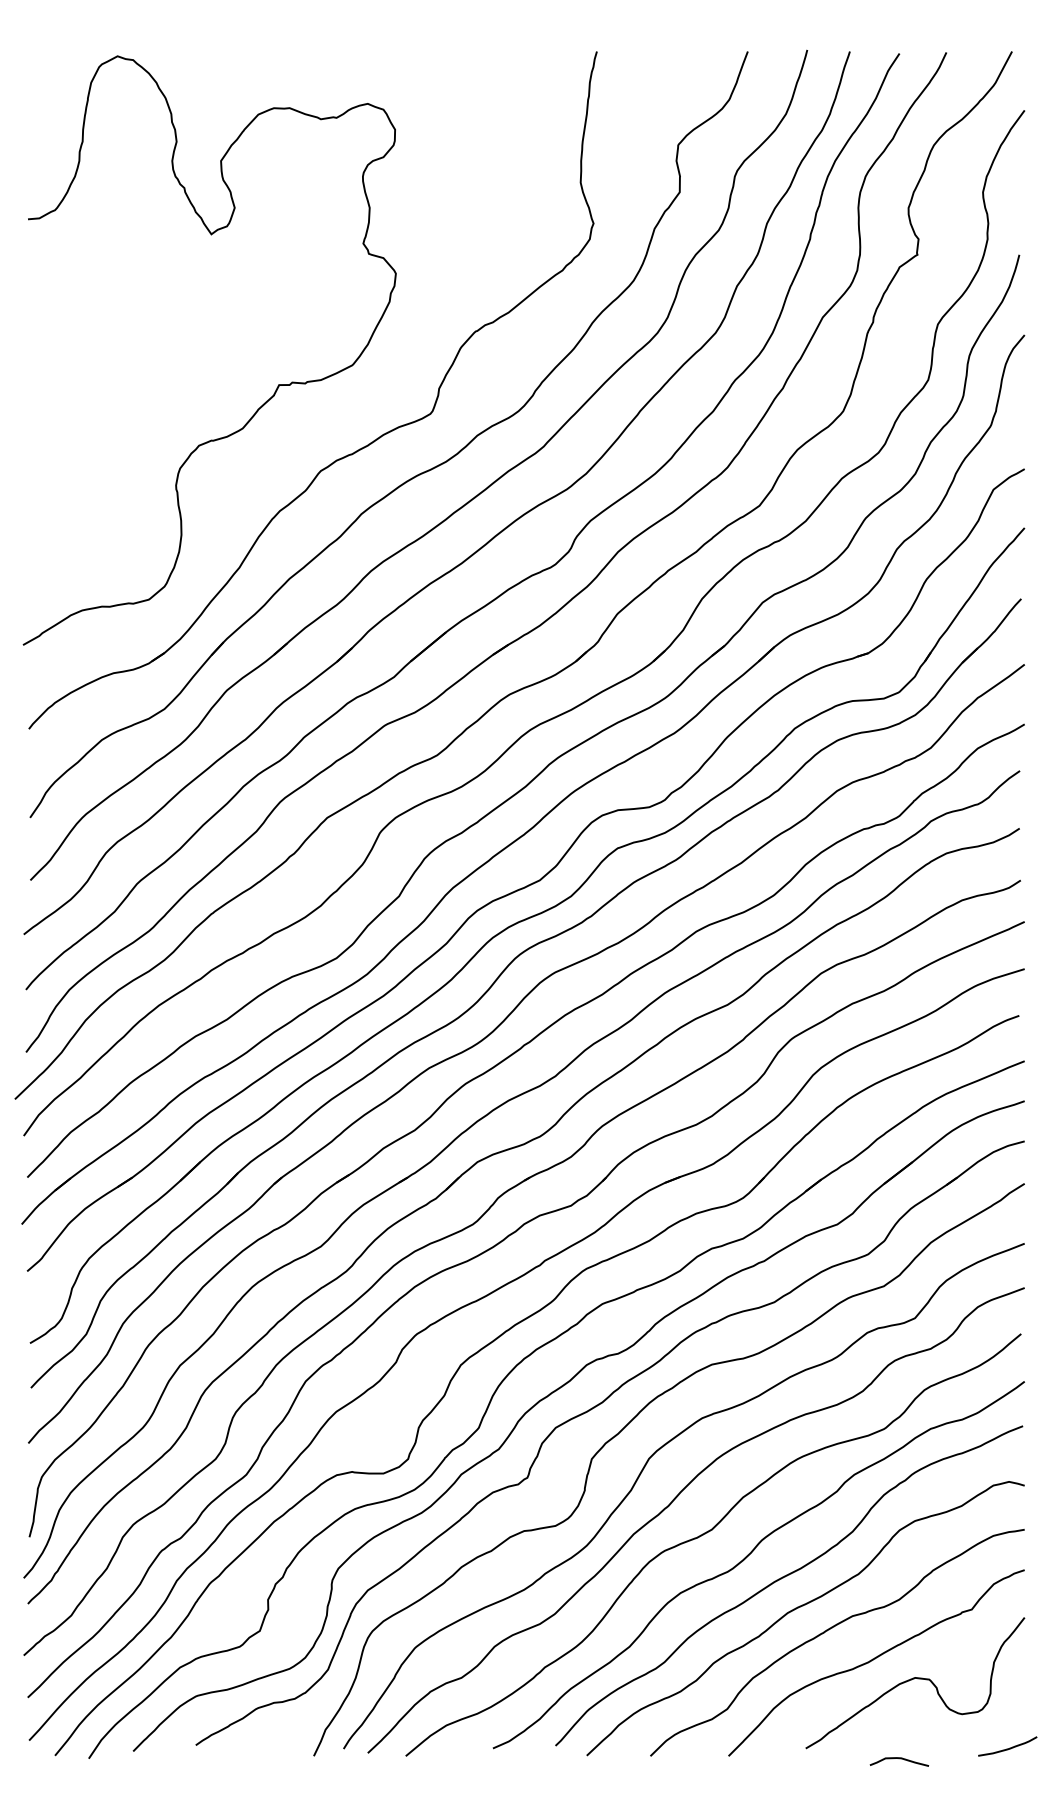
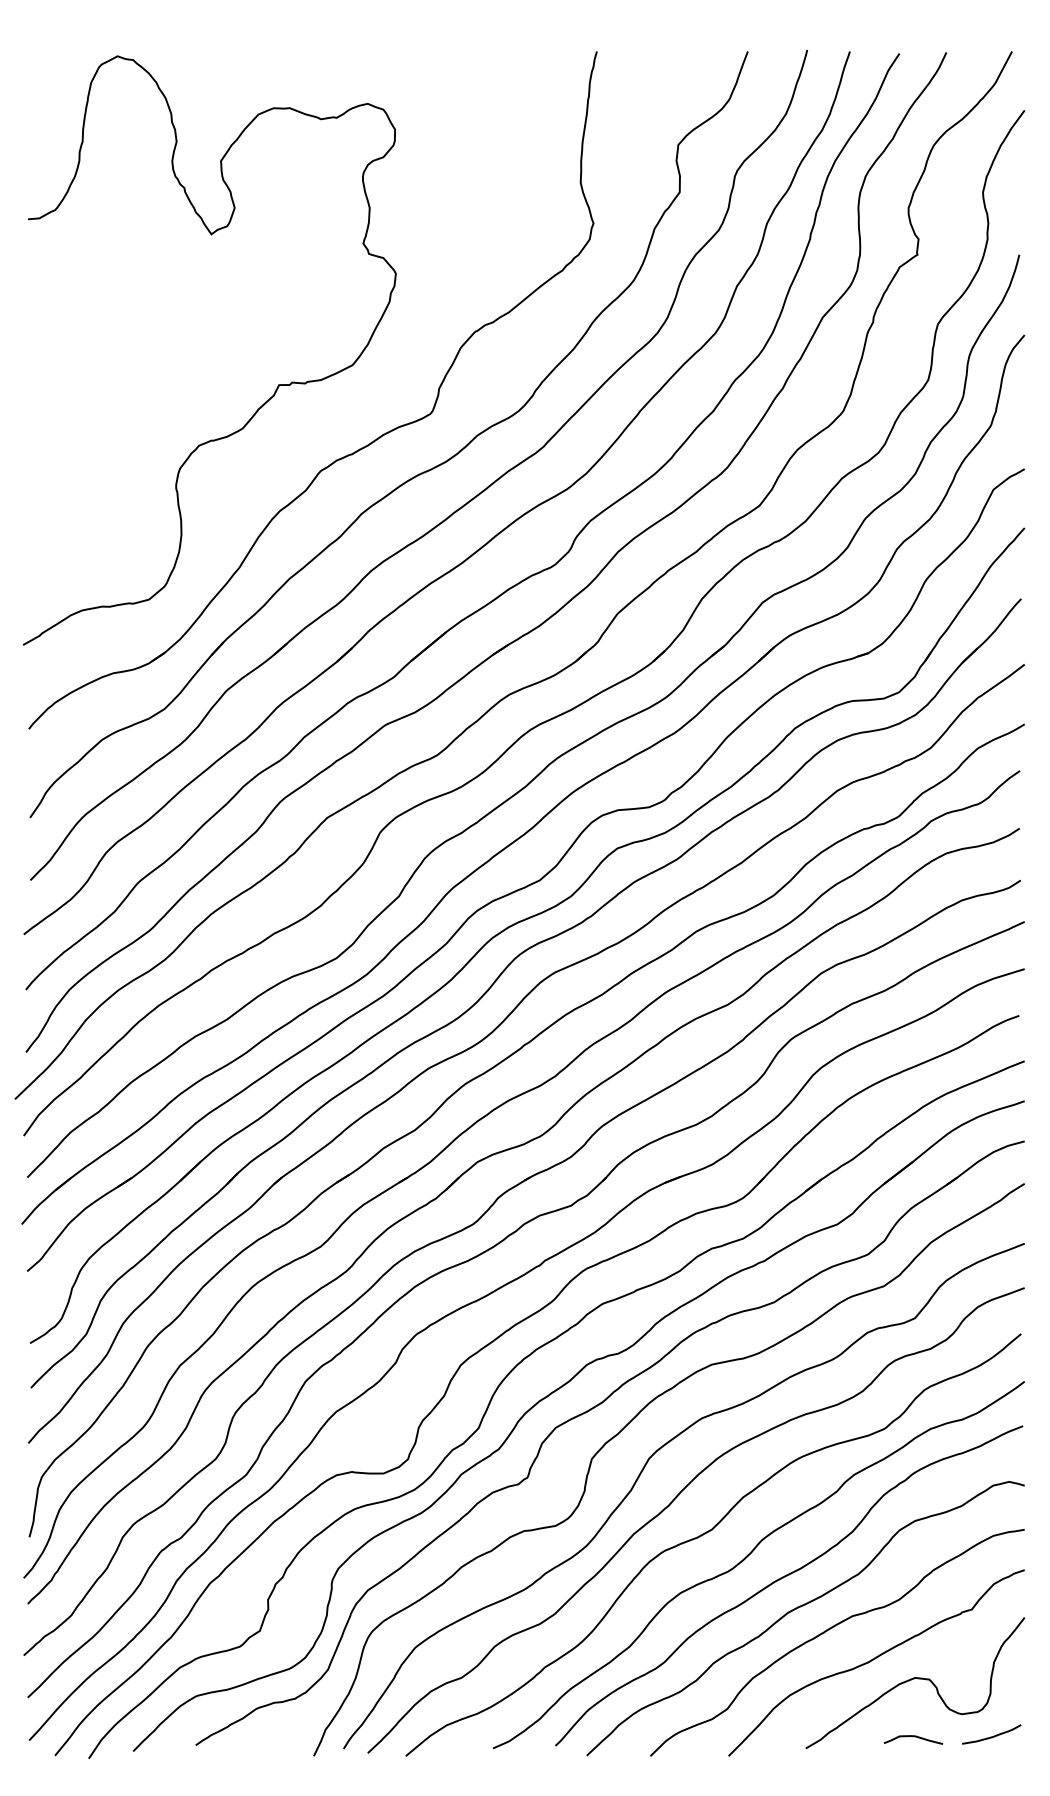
curve at (1007, 1748) position: (1007, 1748) -> (991, 1736)
curve at (899, 1759) position: (899, 1759) -> (913, 1737)
